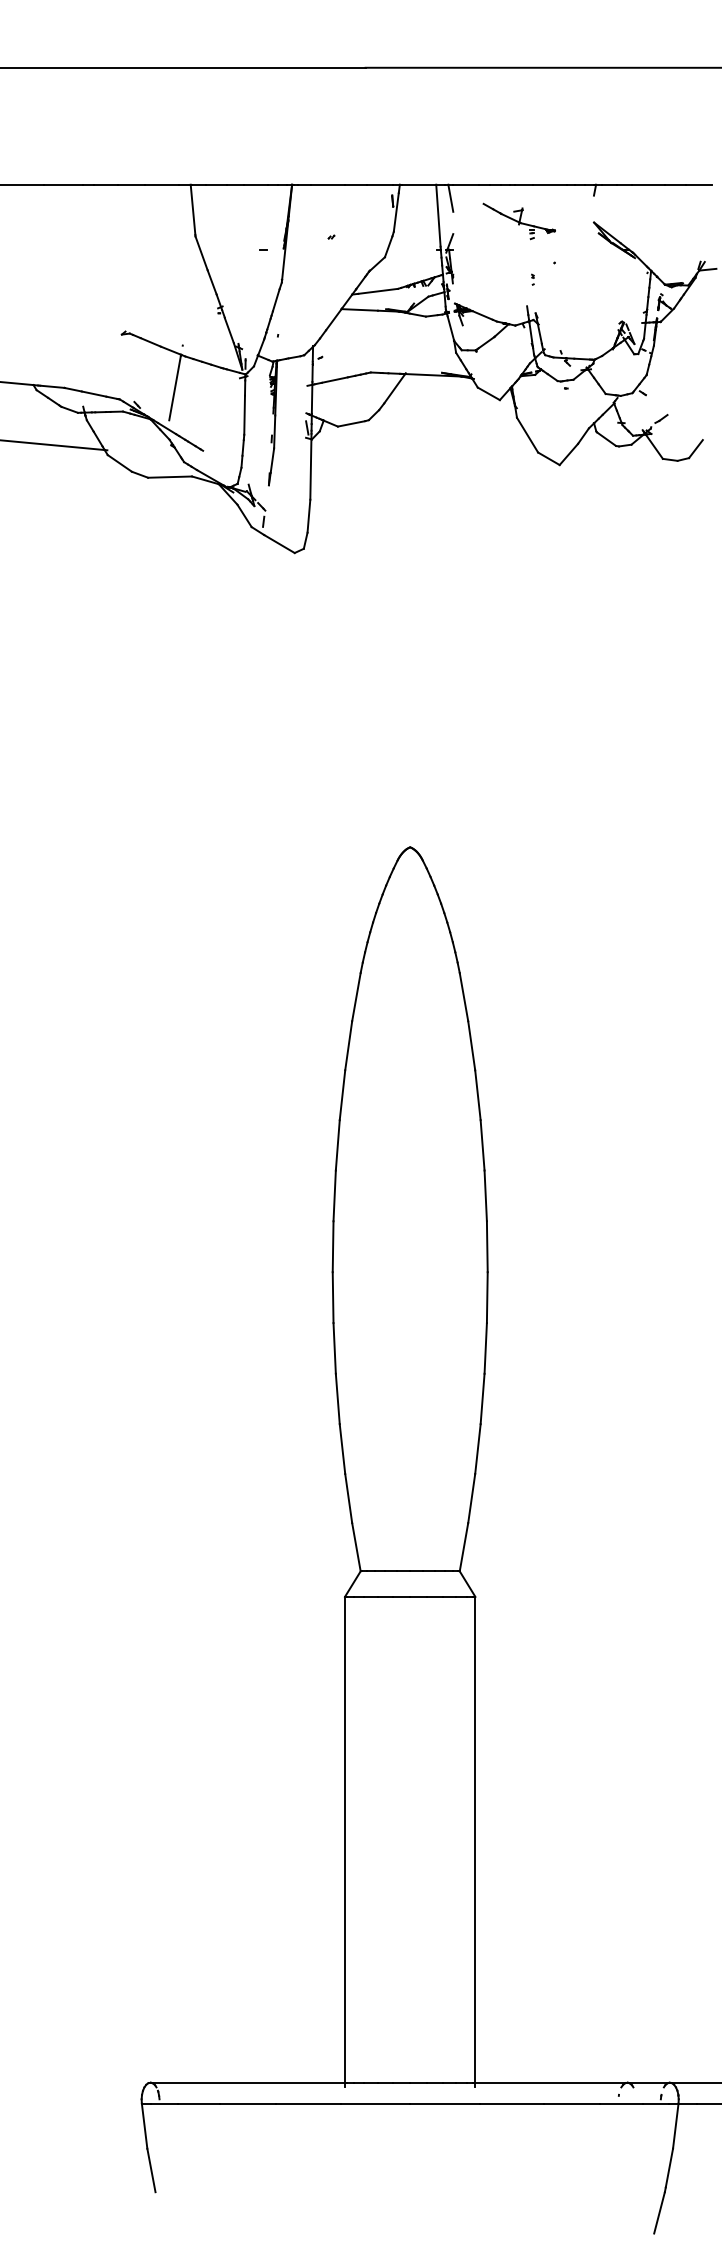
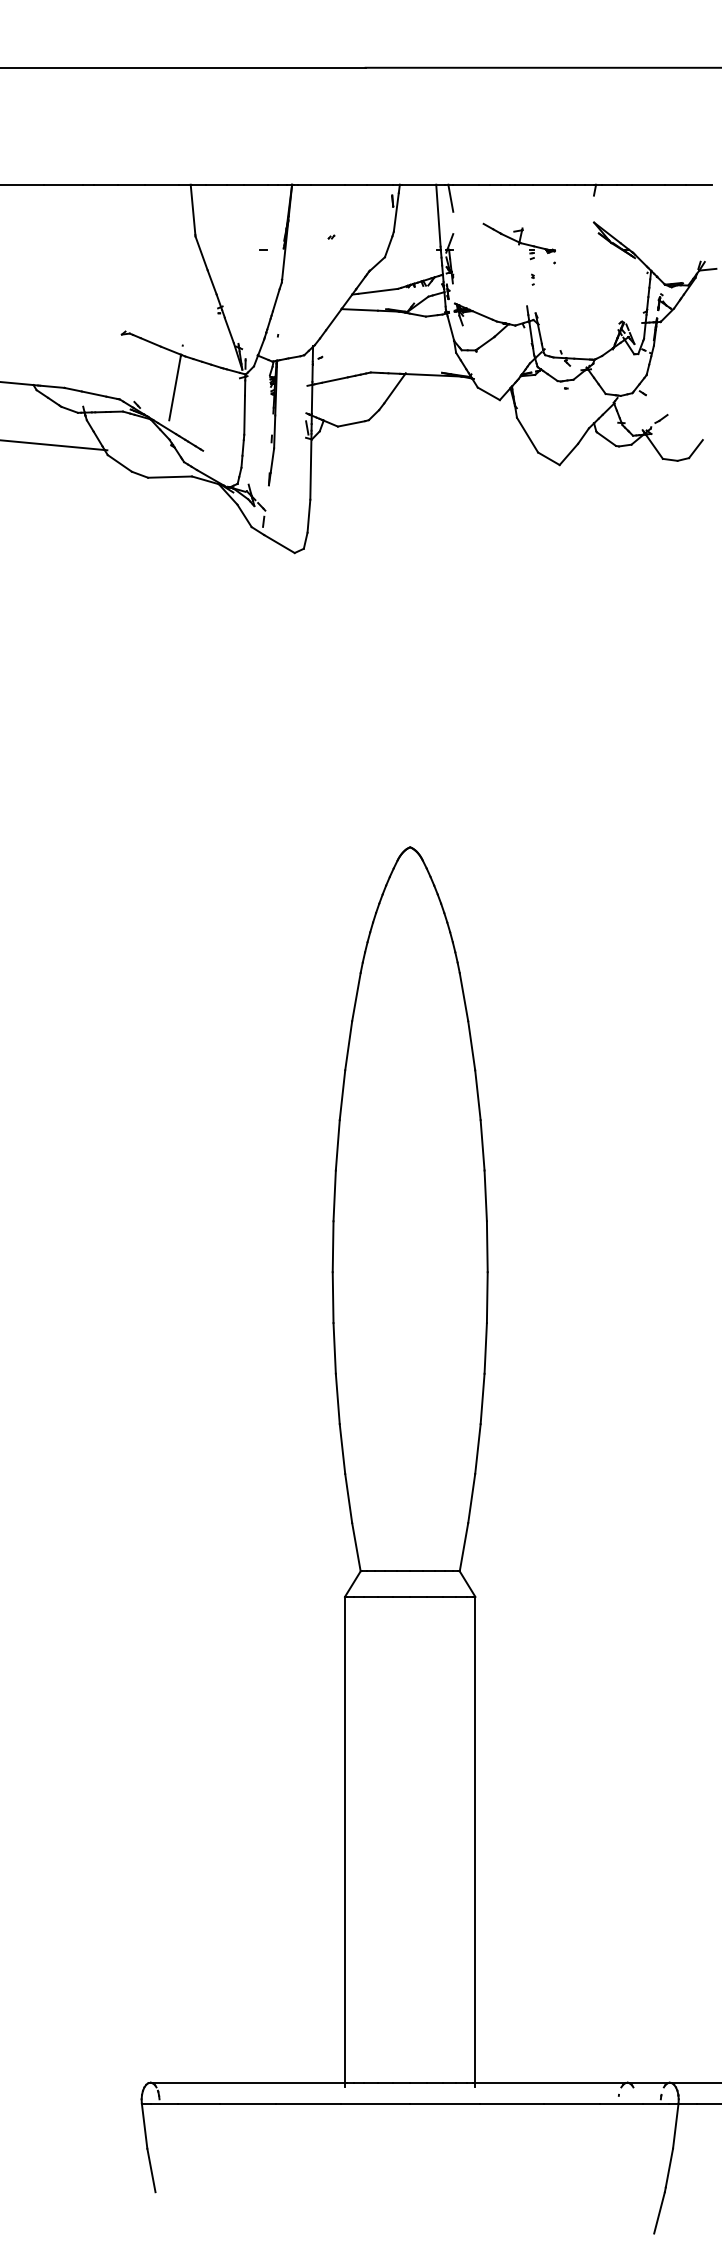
part at (518, 221) position: (518, 221) -> (518, 241)
